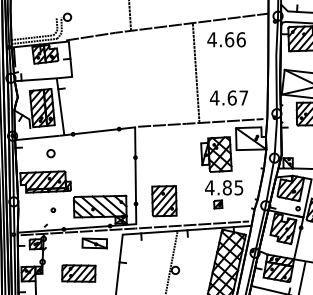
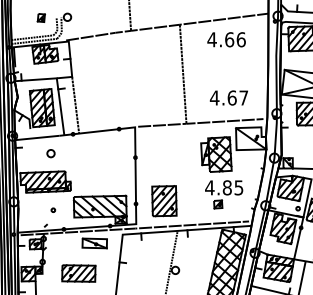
part at (40, 17): none -> present
line at (195, 72) position: (195, 72) -> (182, 73)
line at (75, 104): none -> present
